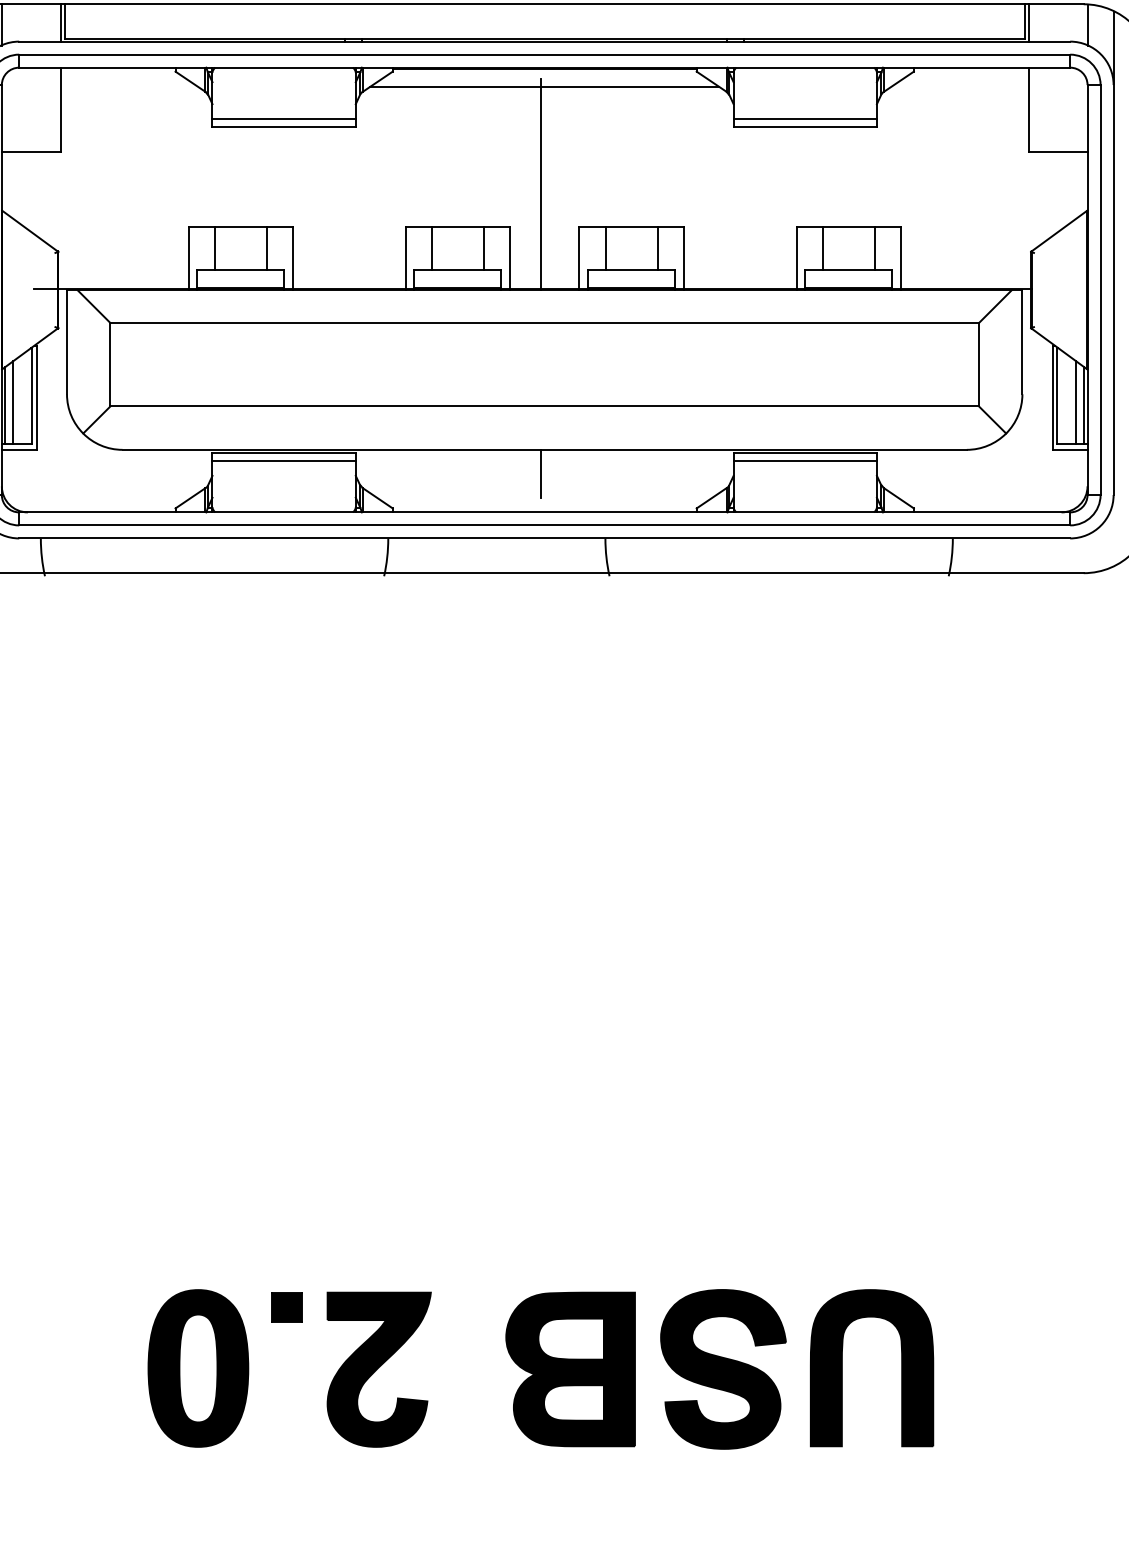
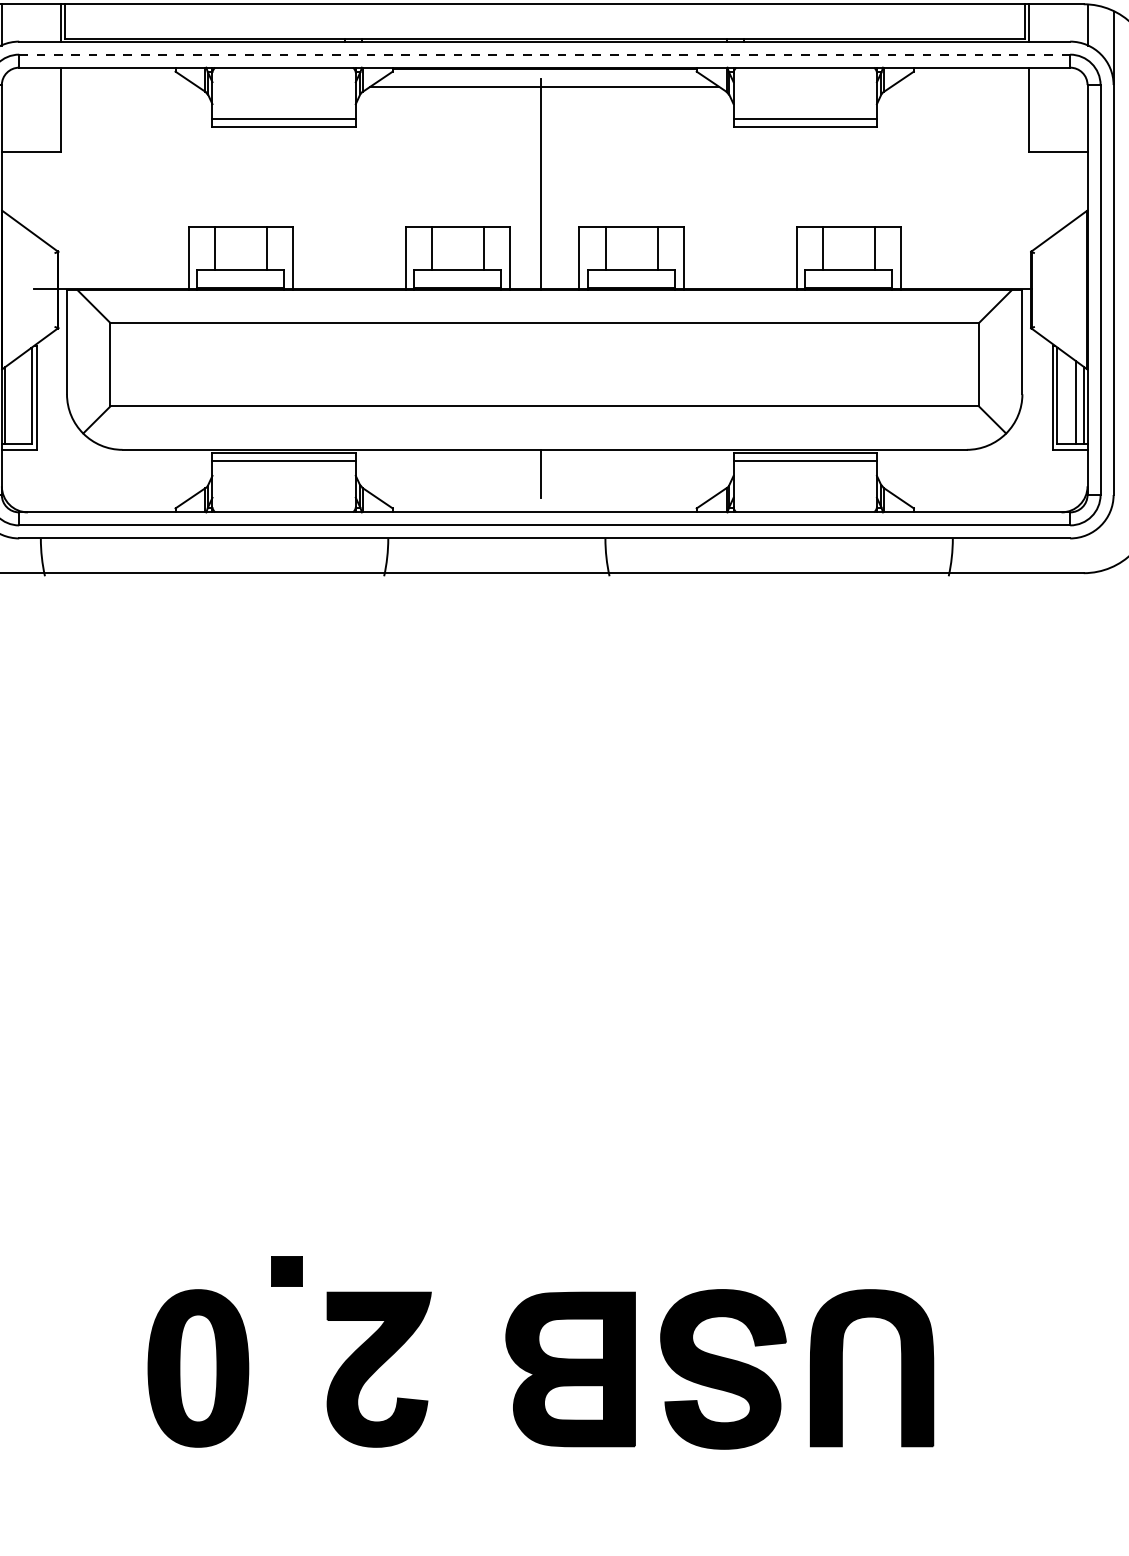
line at (545, 54): solid -> dashed
line at (13, 402): present -> none
part at (286, 1307) position: (286, 1307) -> (286, 1271)
